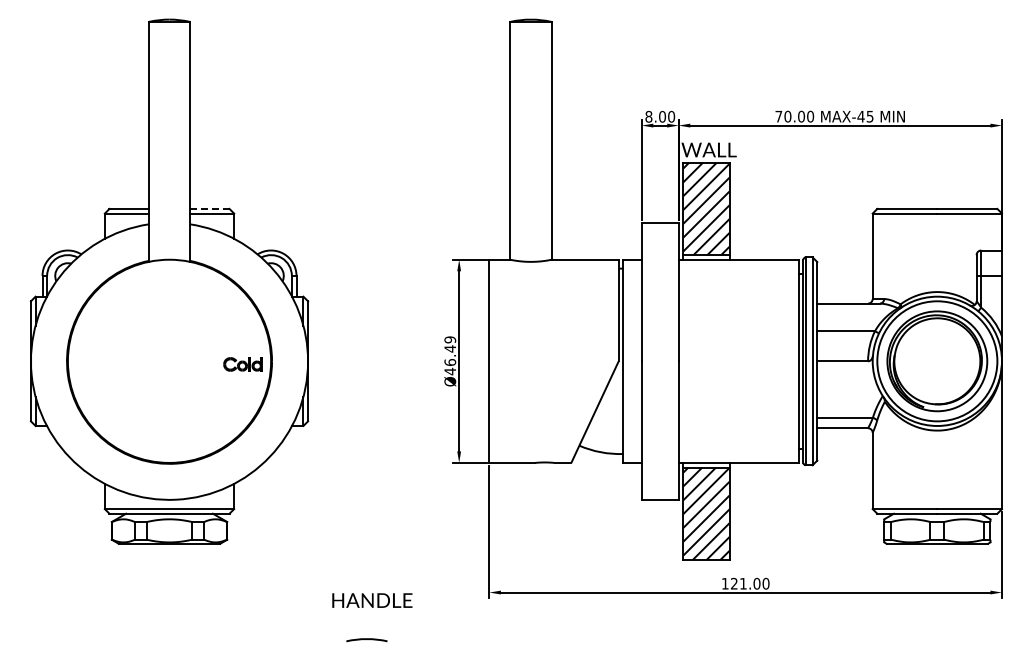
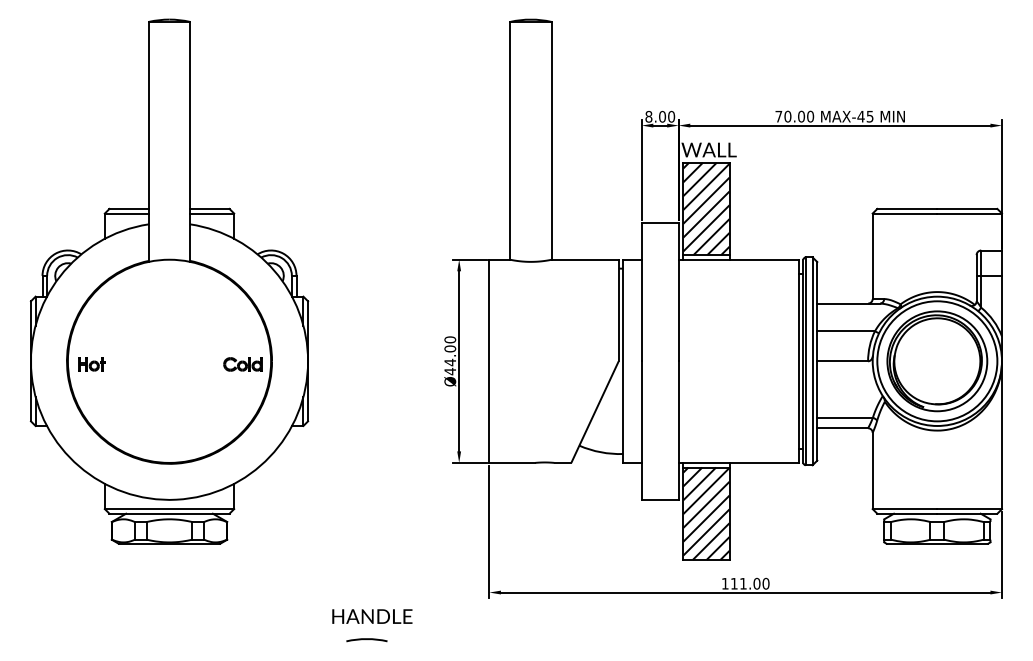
line at (209, 208): dashed -> solid
text at (450, 351): Ø46.49 -> Ø44.00
part at (91, 364): none -> present
text at (734, 583): 121.00 -> 111.00
text at (372, 600) position: (372, 600) -> (372, 616)
